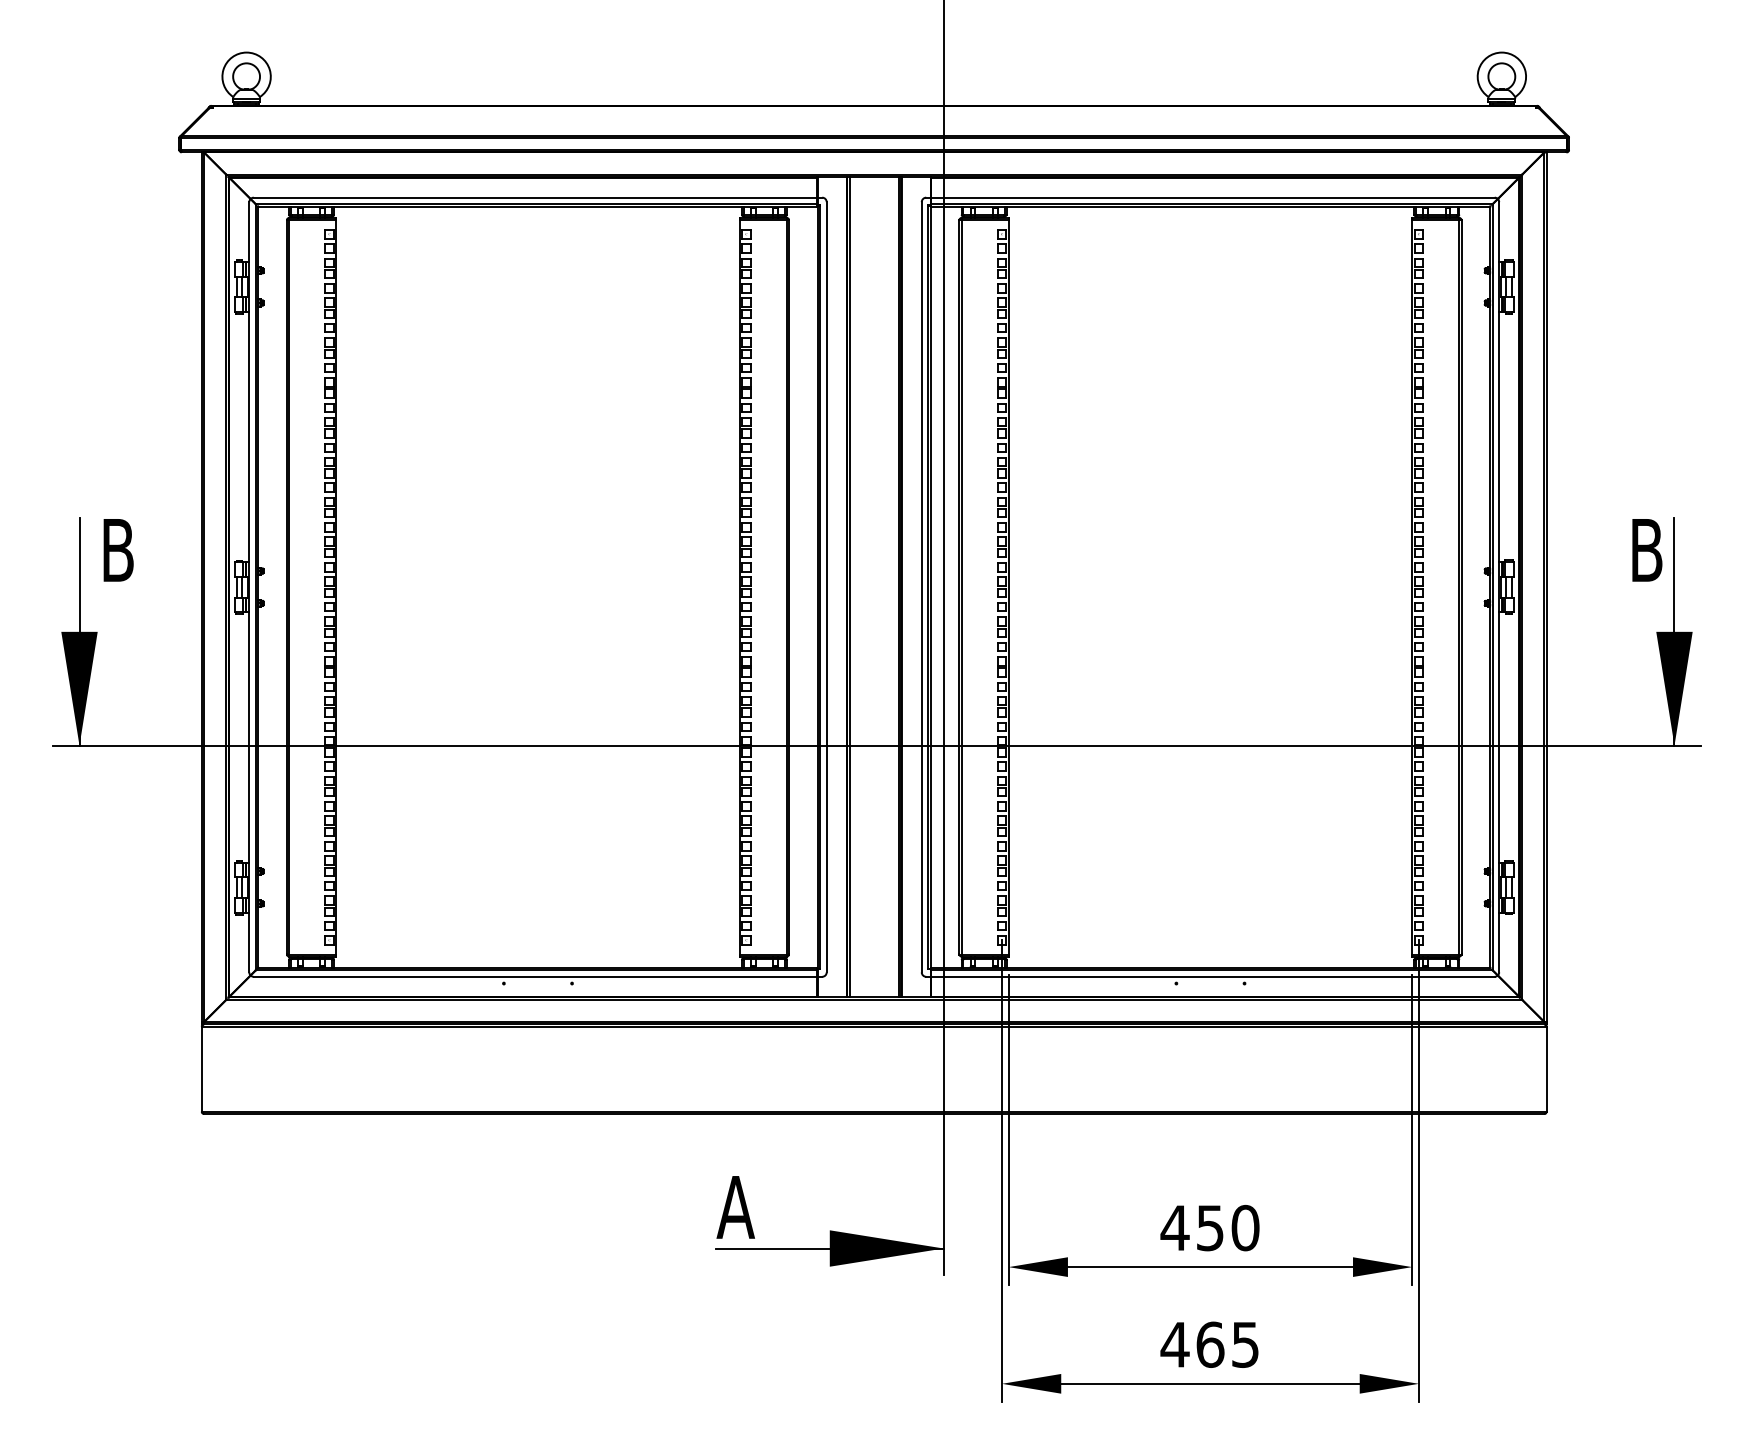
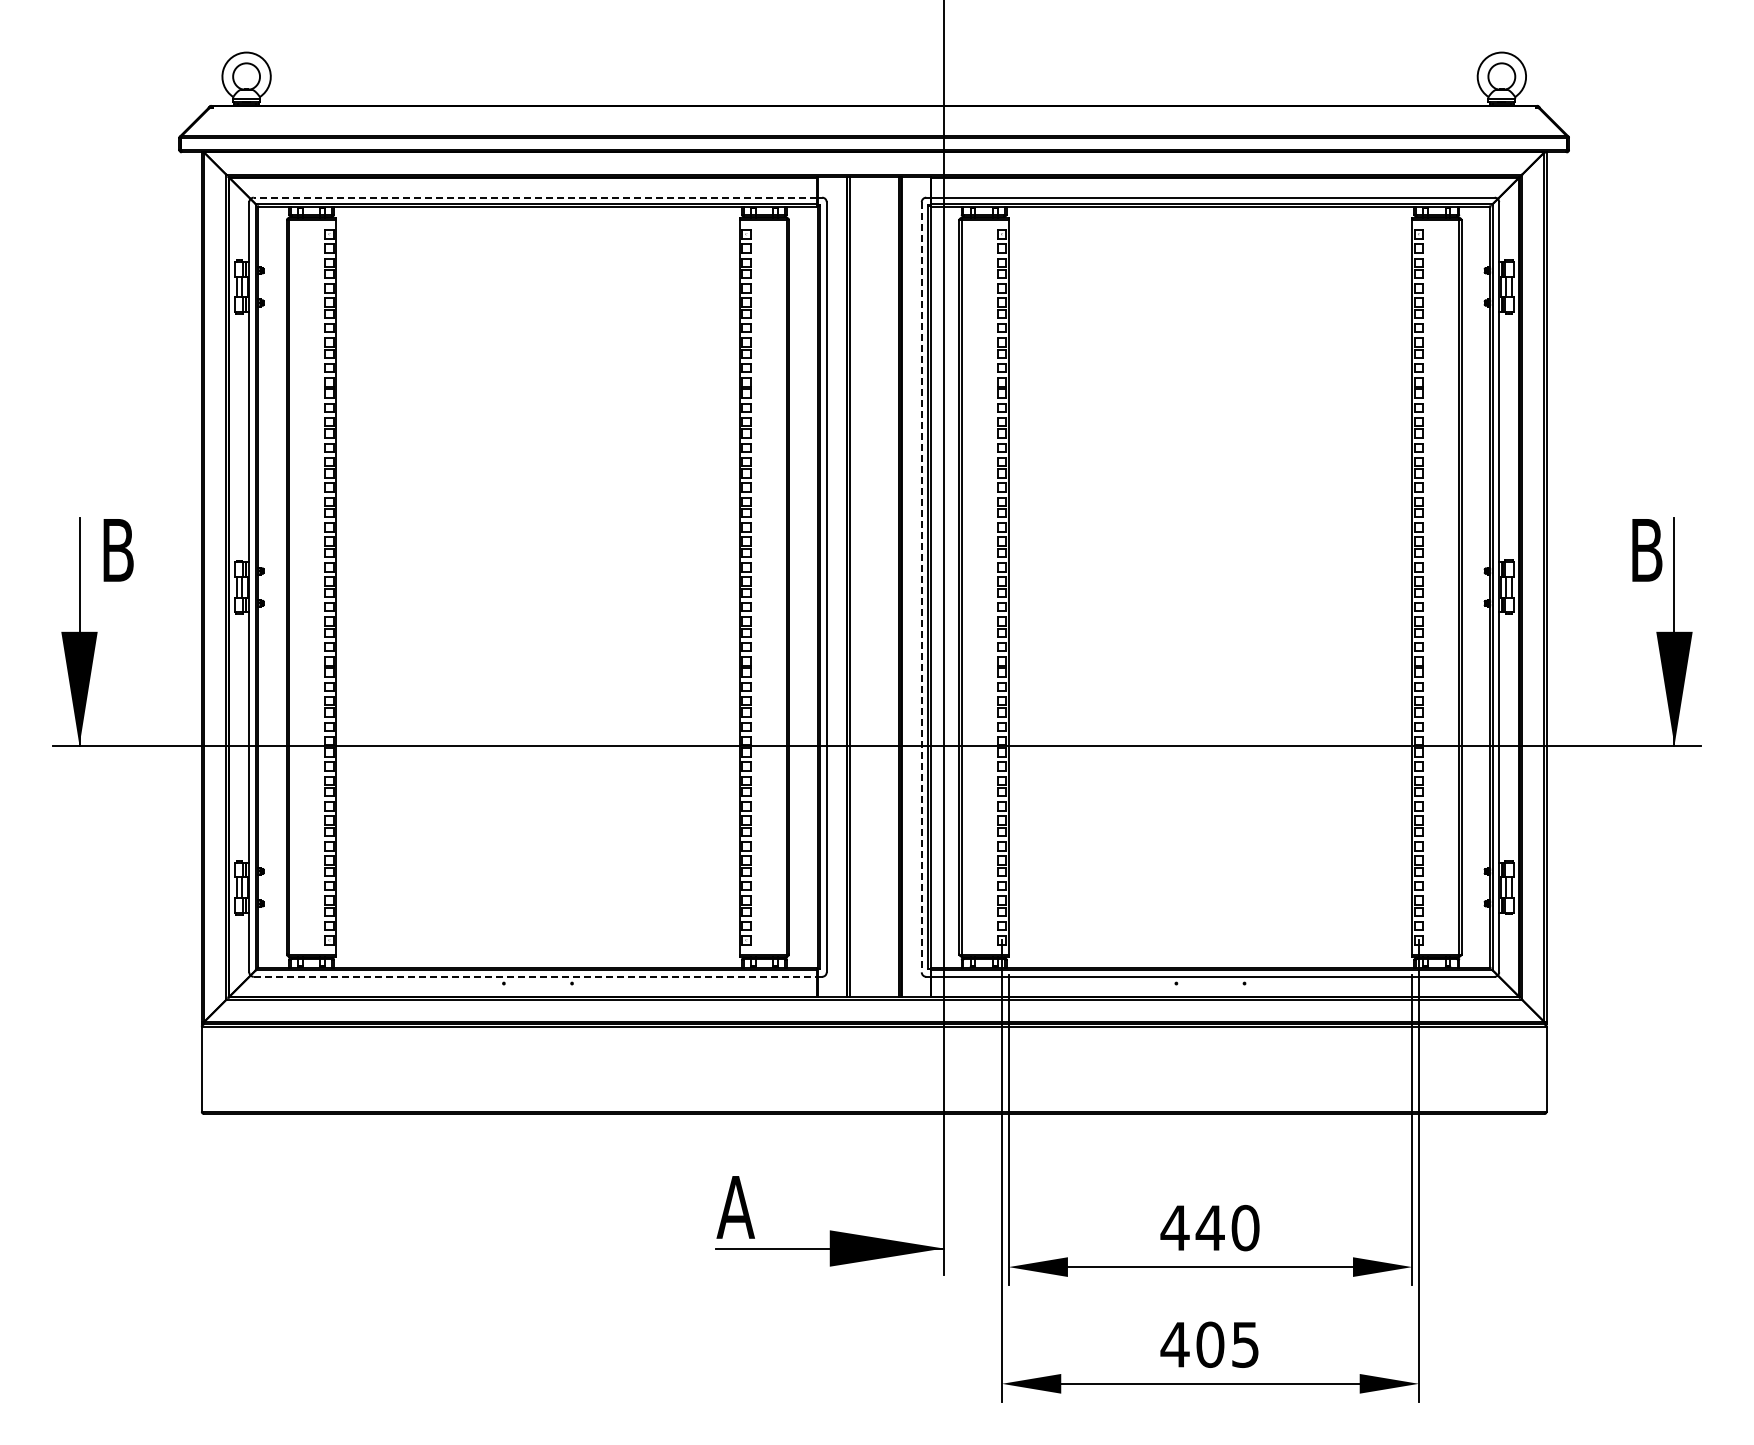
line at (535, 197): solid -> dashed
line at (921, 587): solid -> dashed
line at (535, 976): solid -> dashed
text at (1209, 1228): 450 -> 440
text at (1210, 1344): 465 -> 405
